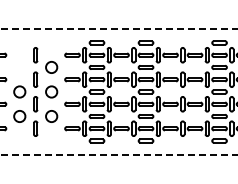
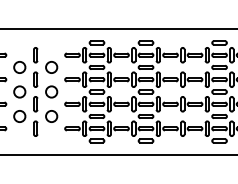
line at (119, 29): dashed -> solid
circle at (19, 67): none -> present
line at (119, 154): dashed -> solid
